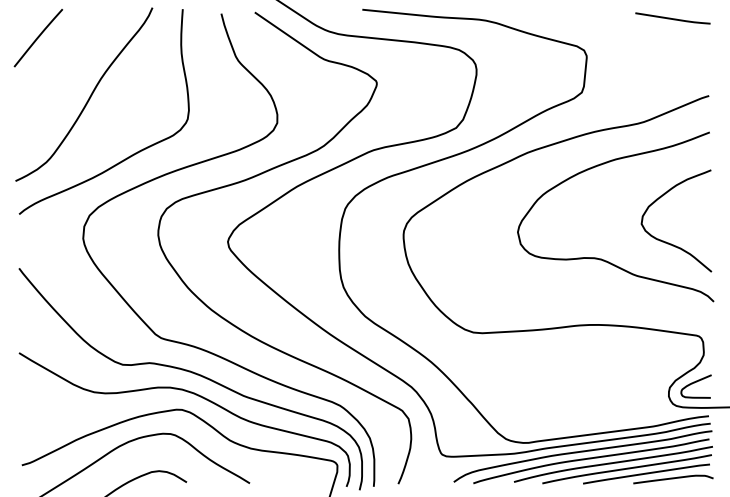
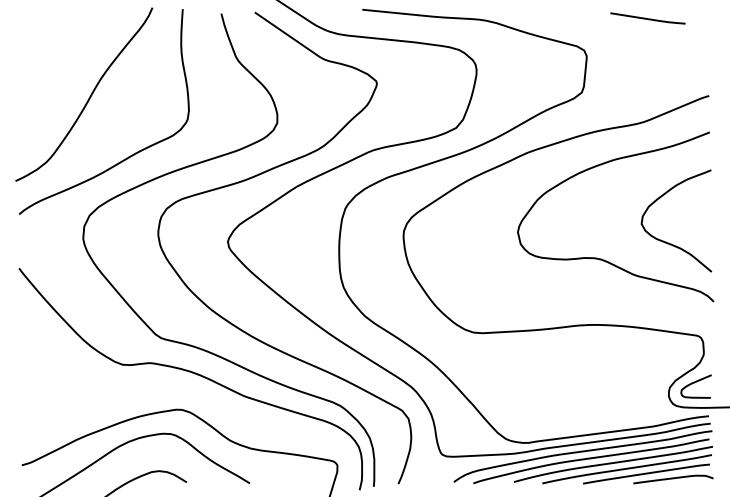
line at (672, 18) position: (672, 18) -> (647, 18)
line at (38, 38): present -> none
curve at (195, 395): present -> none
